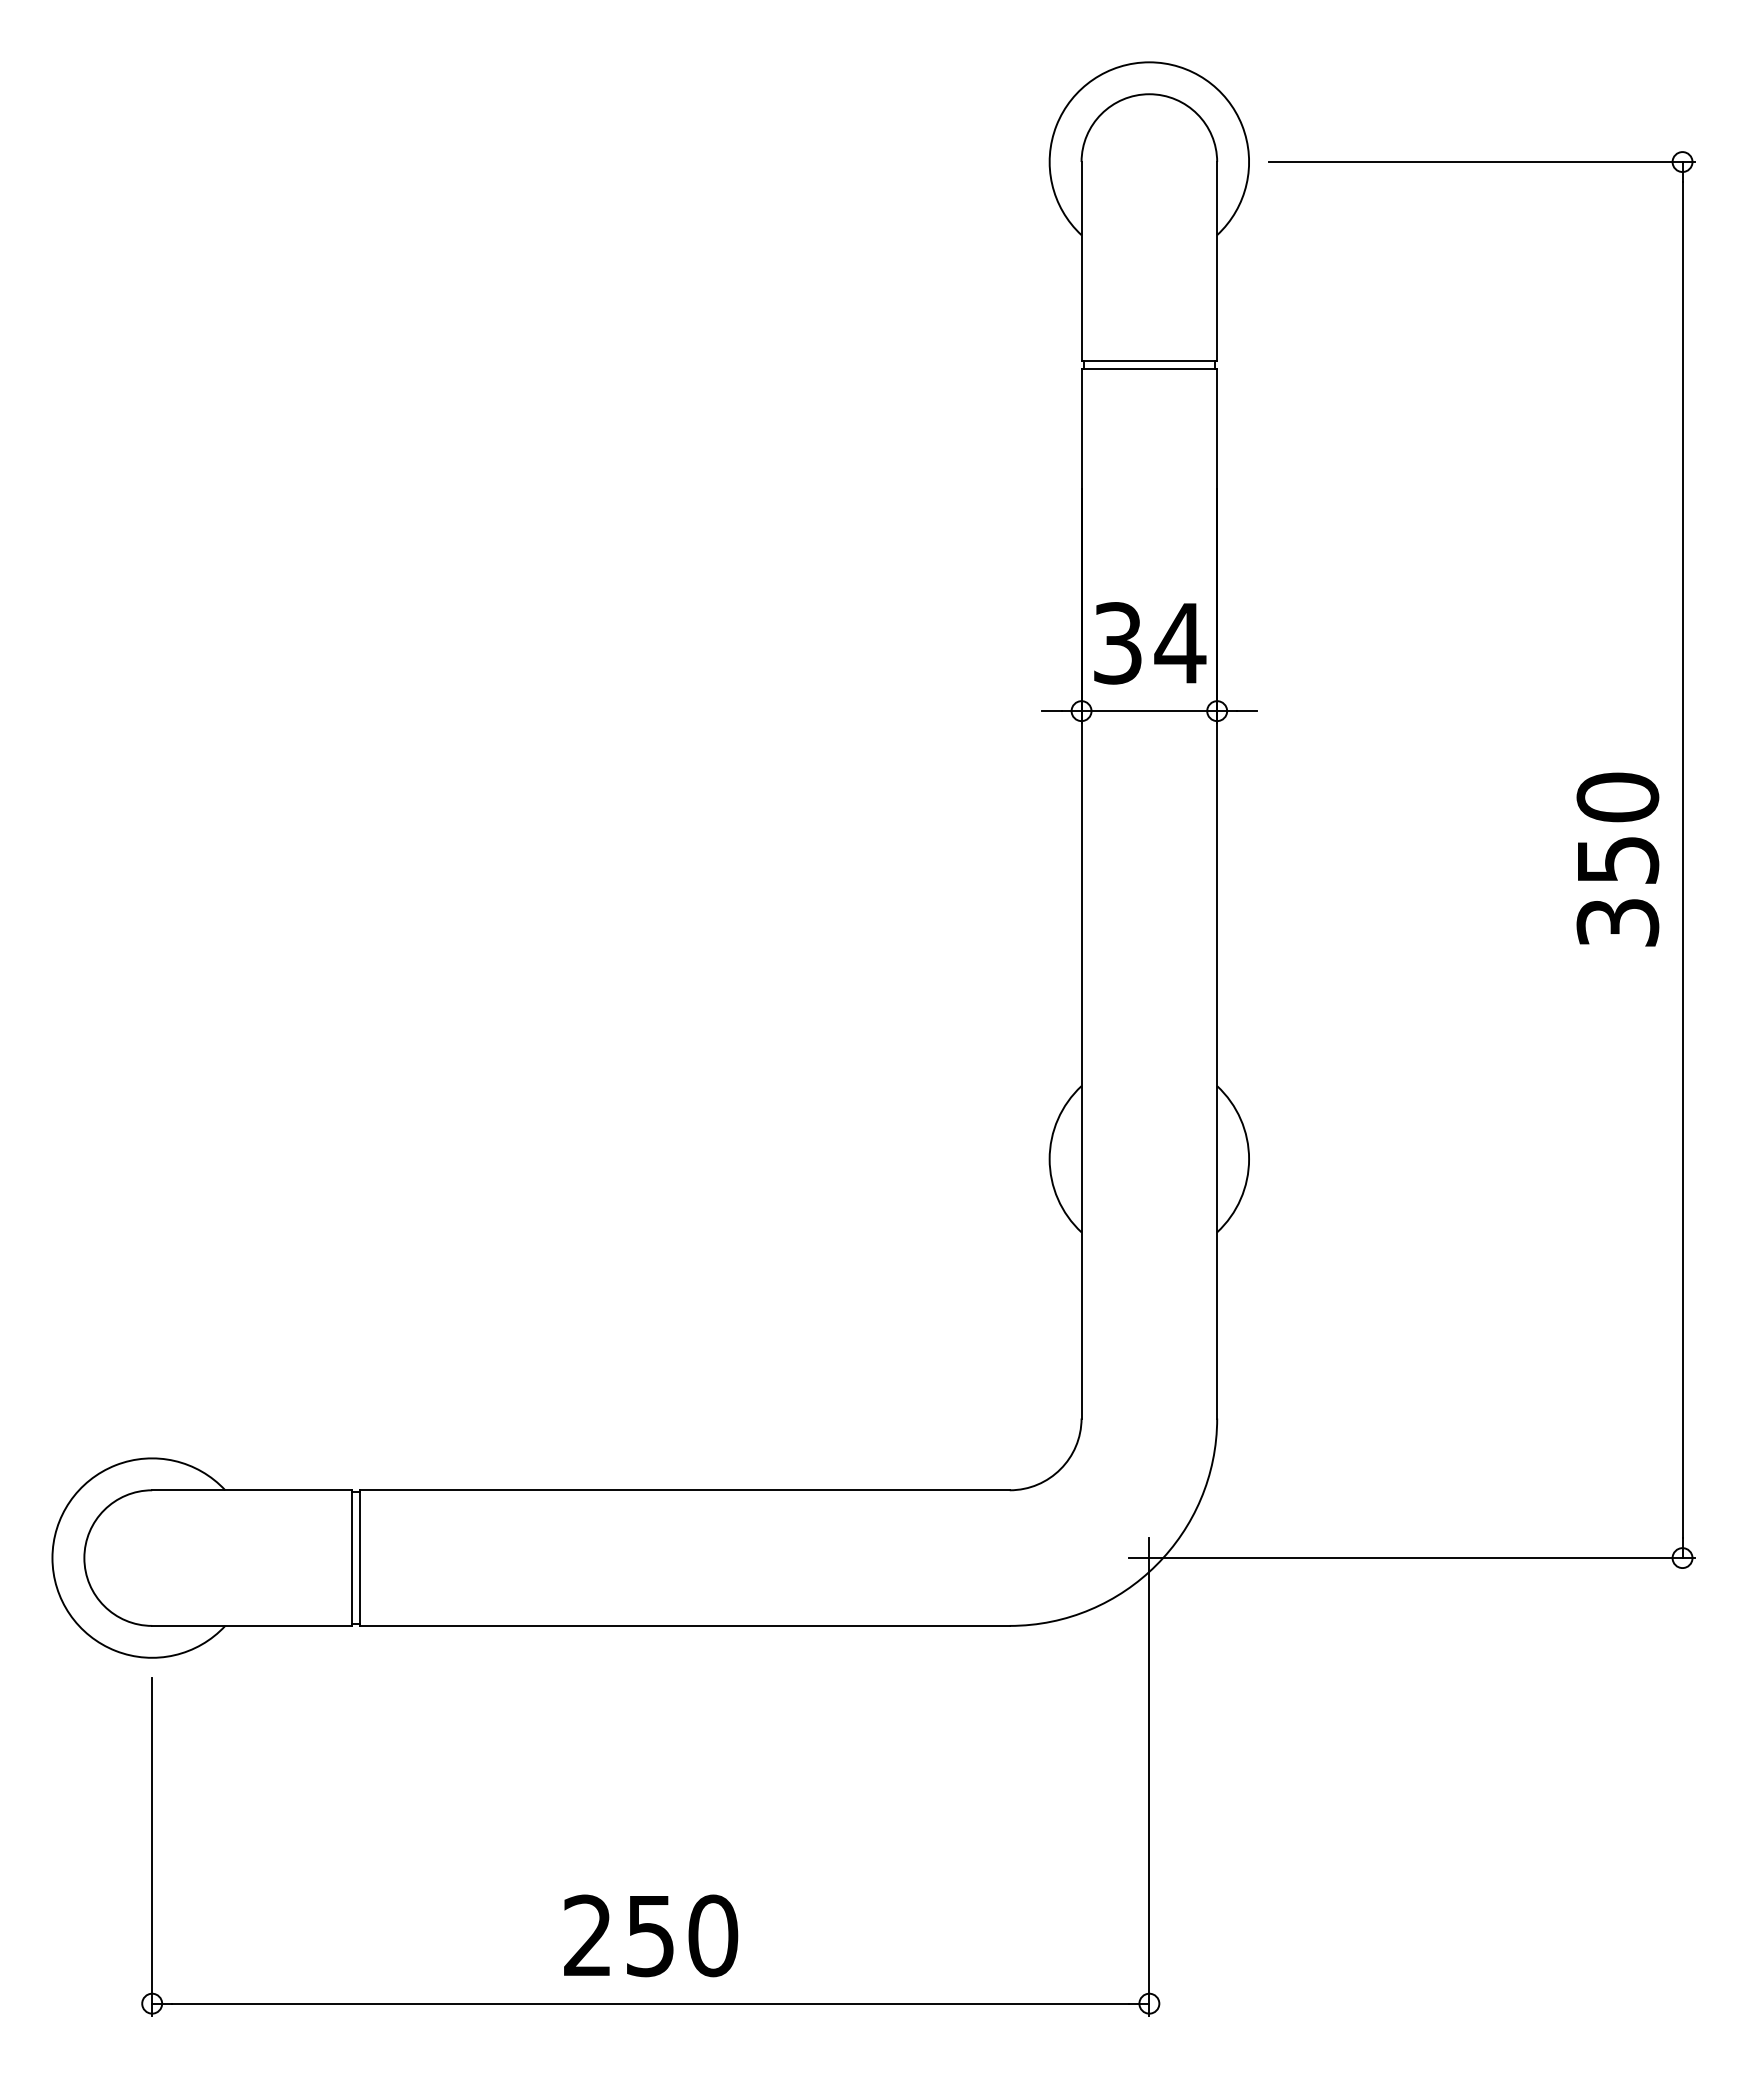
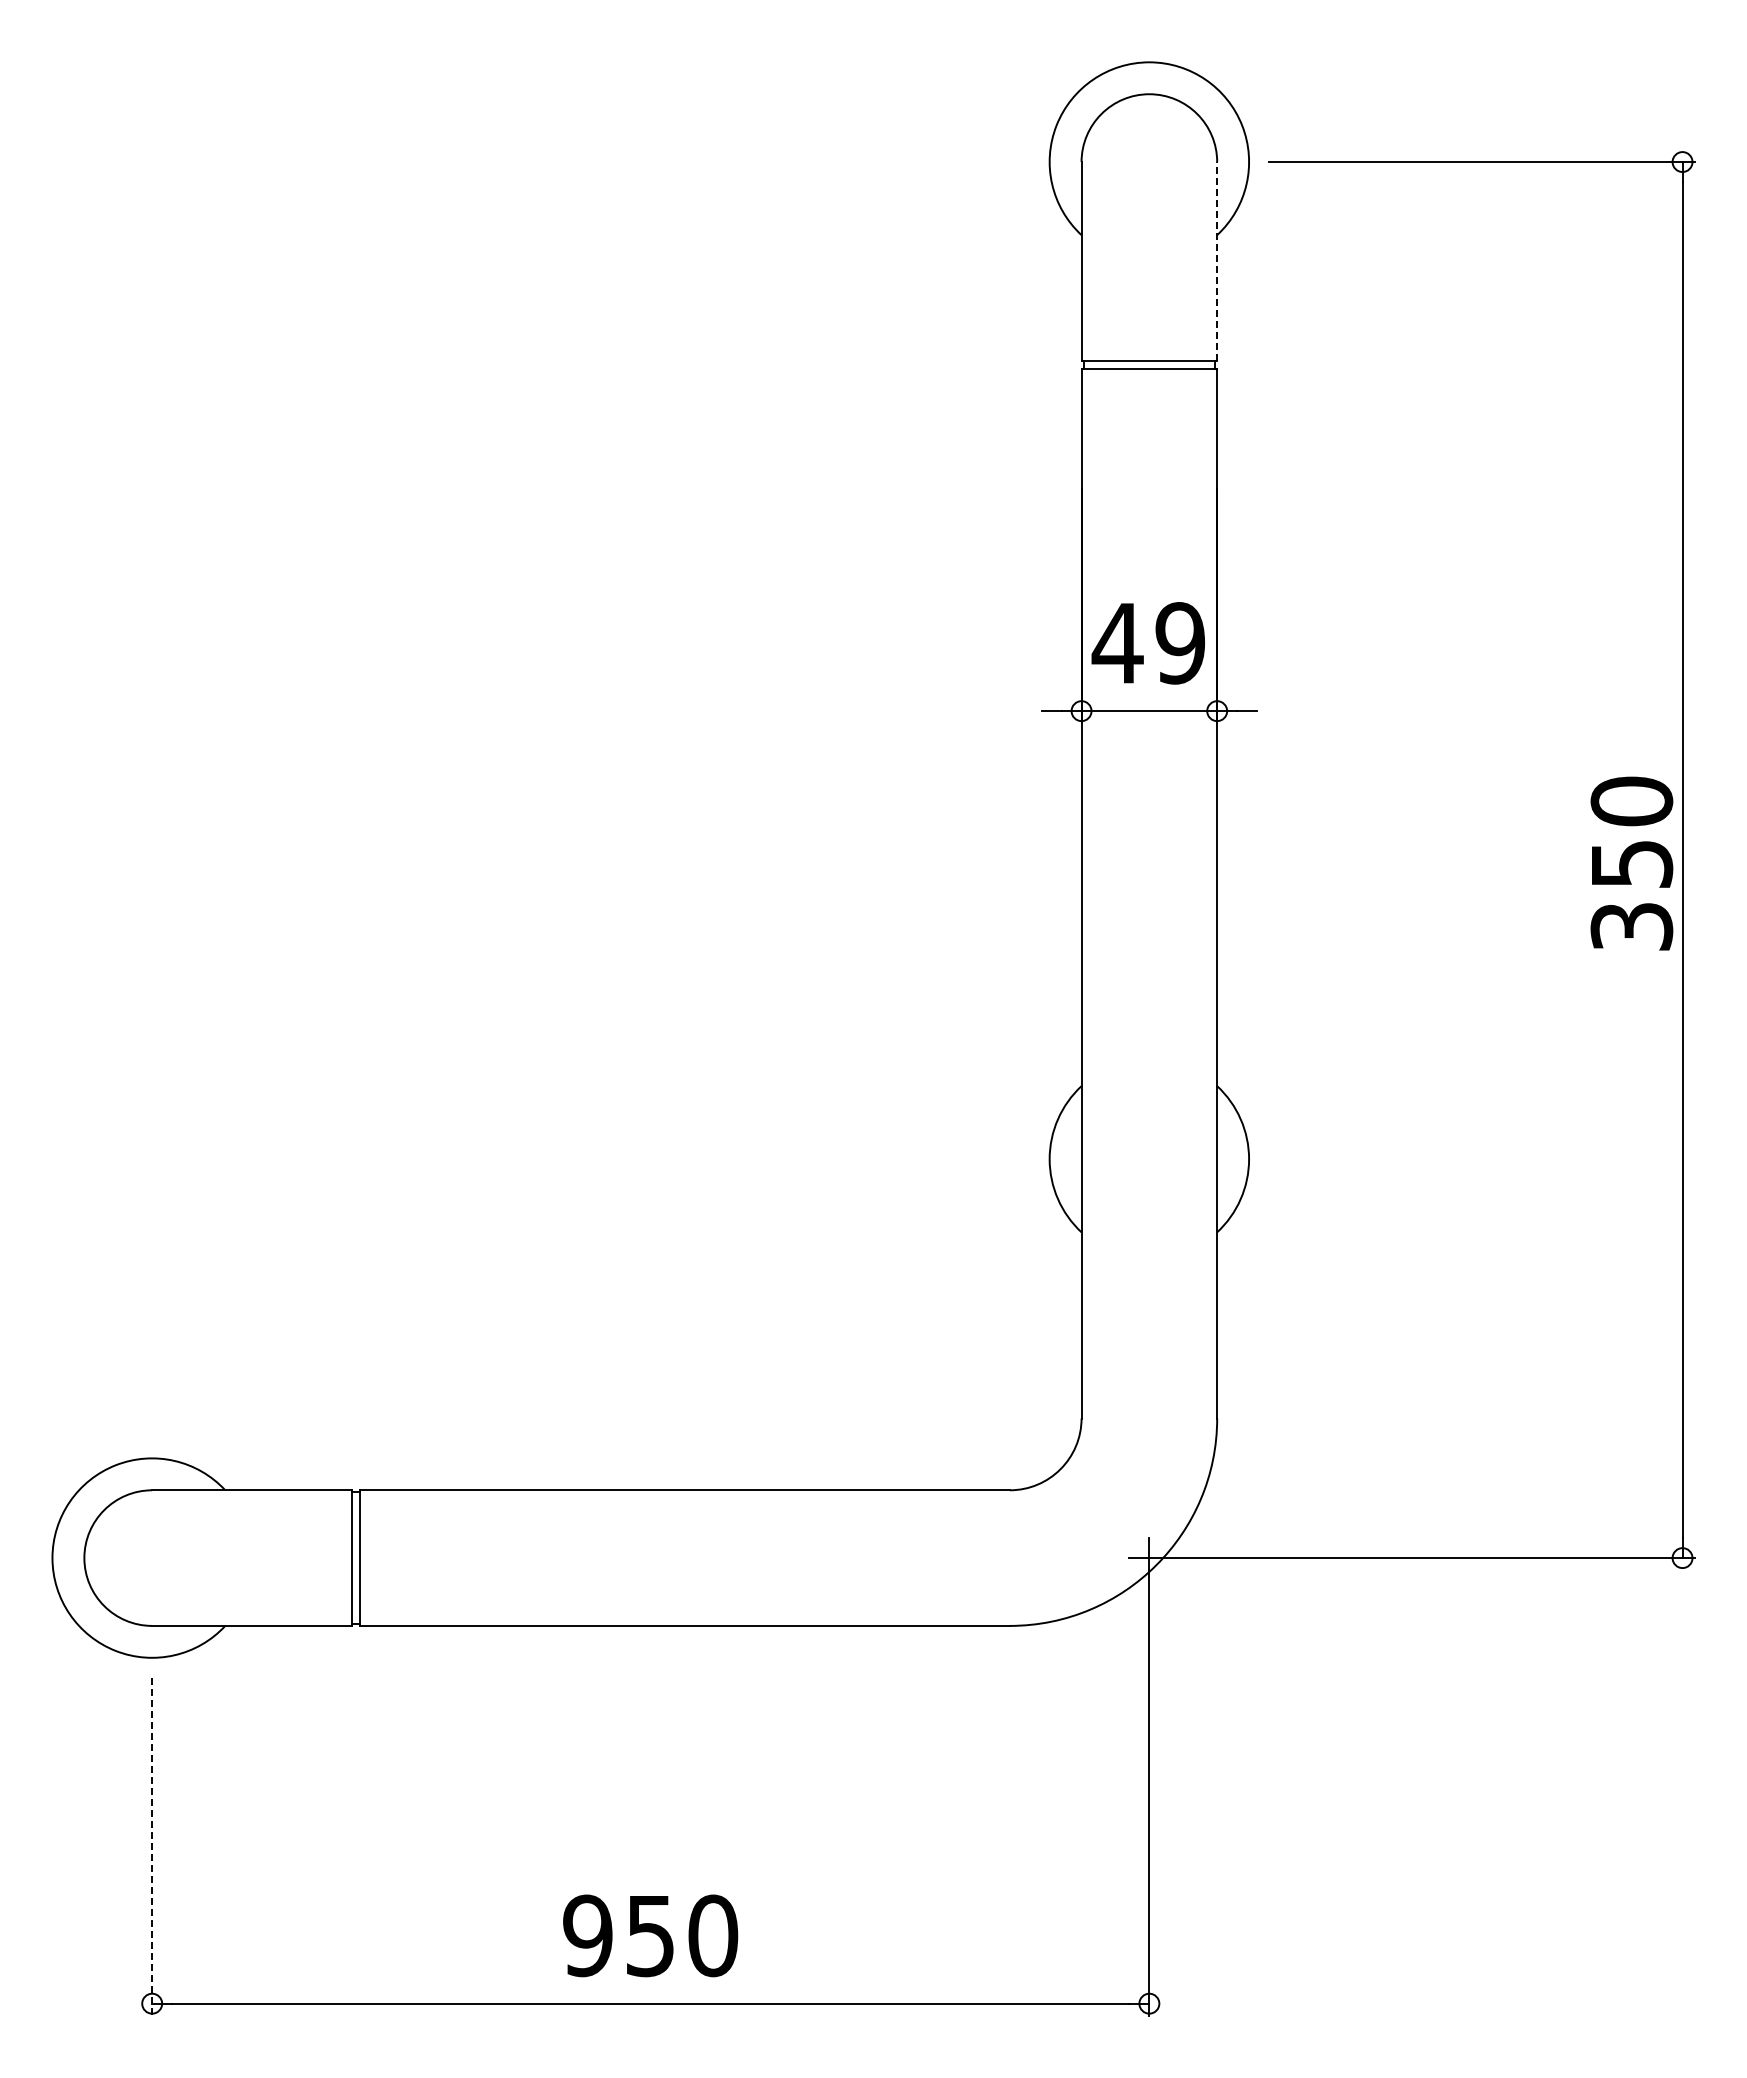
line at (1217, 261): solid -> dashed
text at (1148, 643): 34 -> 49
text at (1617, 859) position: (1617, 859) -> (1631, 863)
line at (152, 1846): solid -> dashed
text at (587, 1935): 250 -> 950
